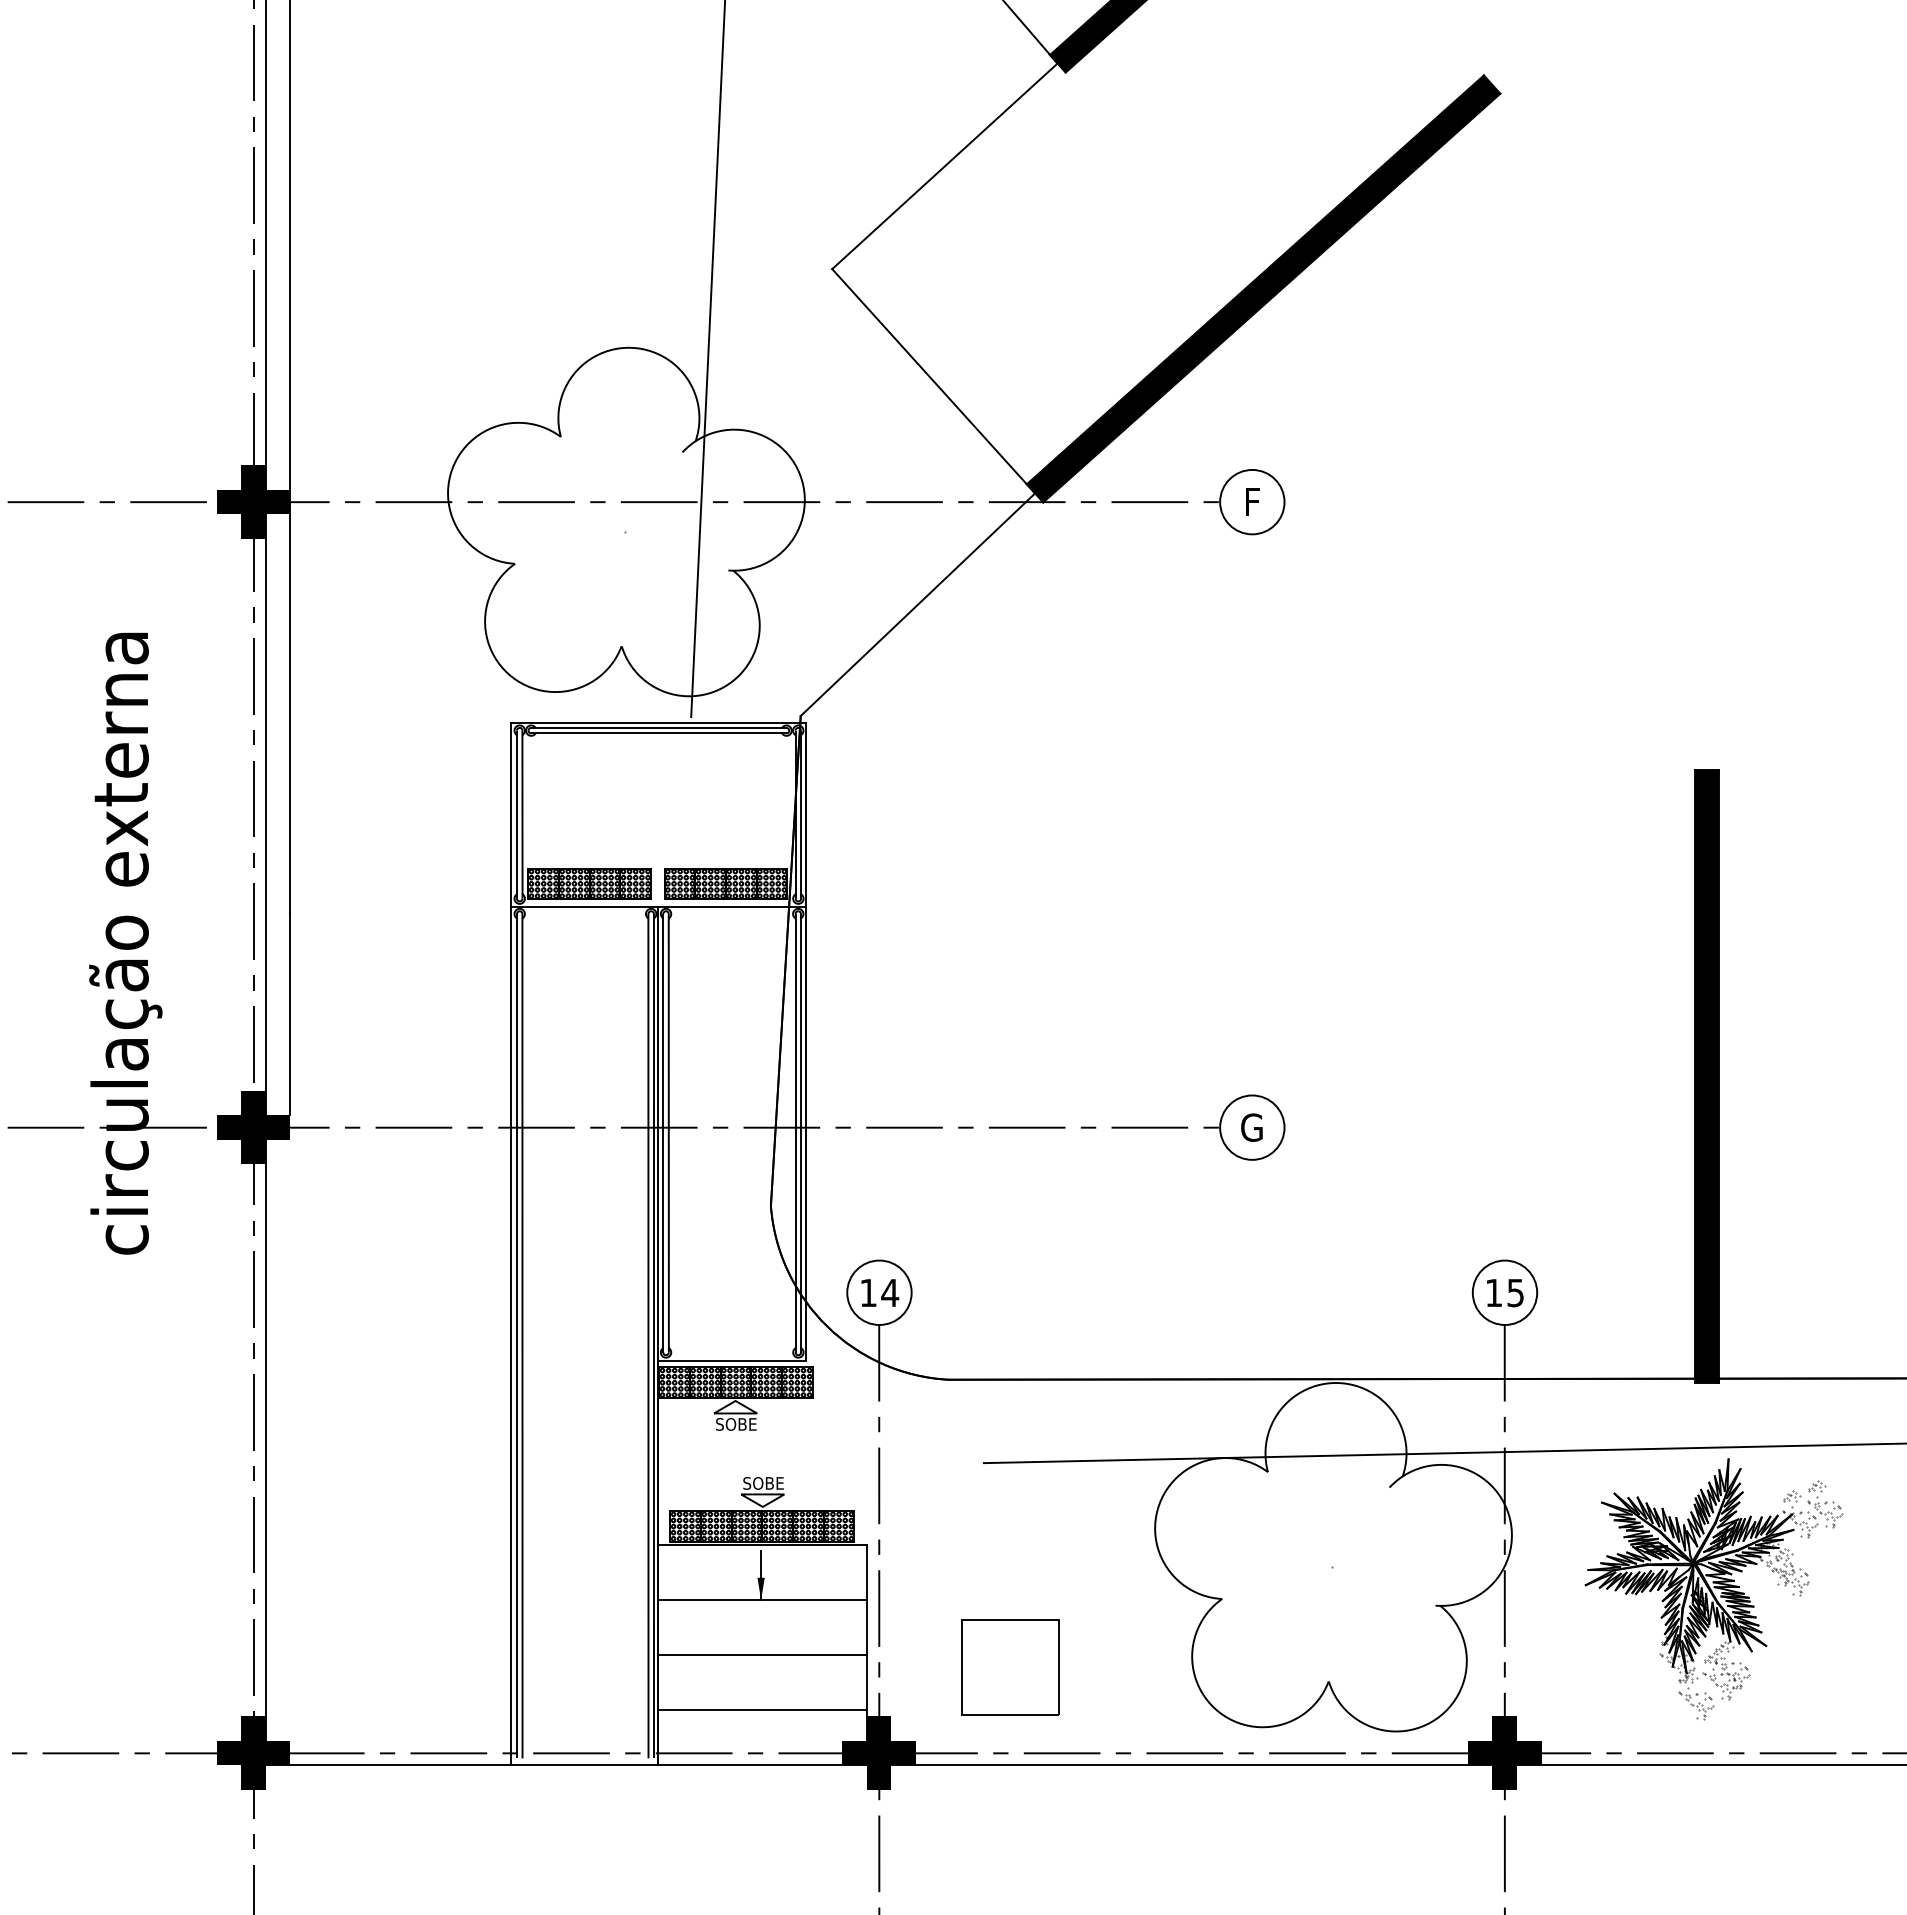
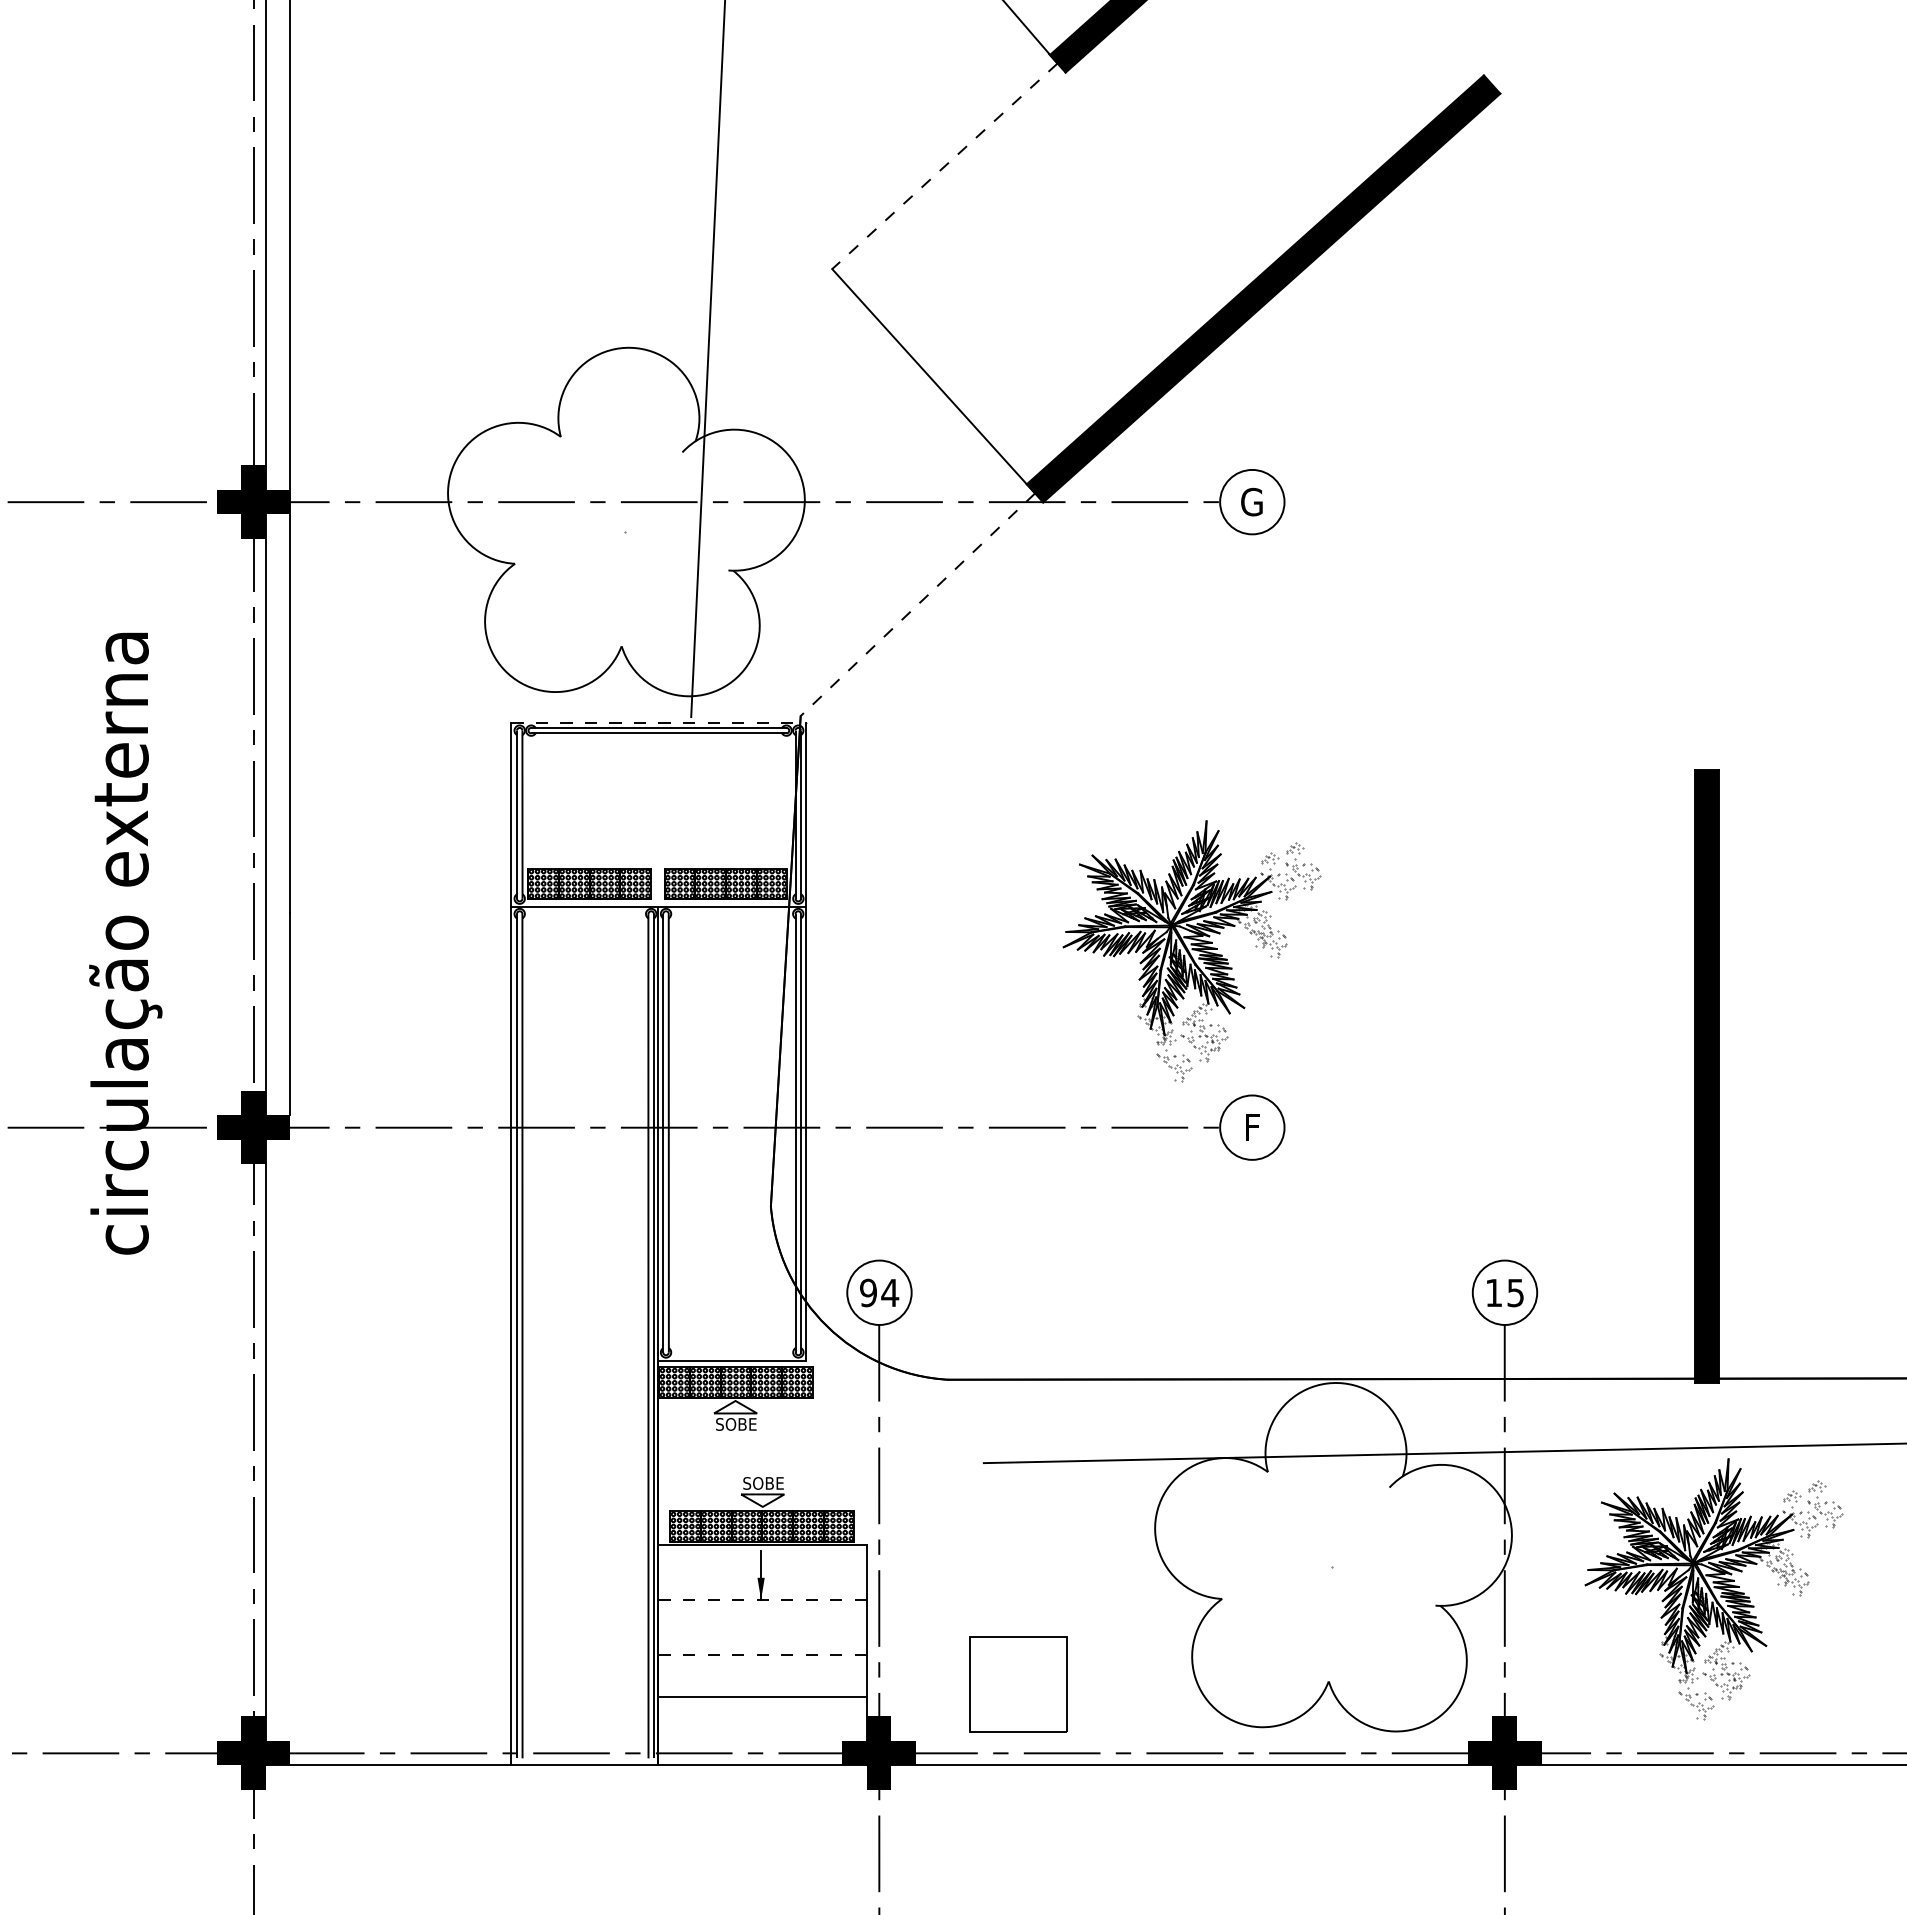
line at (944, 166): solid -> dashed
text at (1251, 501): F -> G
line at (917, 604): solid -> dashed
line at (658, 722): solid -> dashed
part at (1191, 951): none -> present
text at (1251, 1127): G -> F
text at (868, 1292): 14 -> 94
line at (762, 1599): solid -> dashed
line at (762, 1654): solid -> dashed
part at (1010, 1667) position: (1010, 1667) -> (1018, 1684)
line at (762, 1710) position: (762, 1710) -> (762, 1697)
